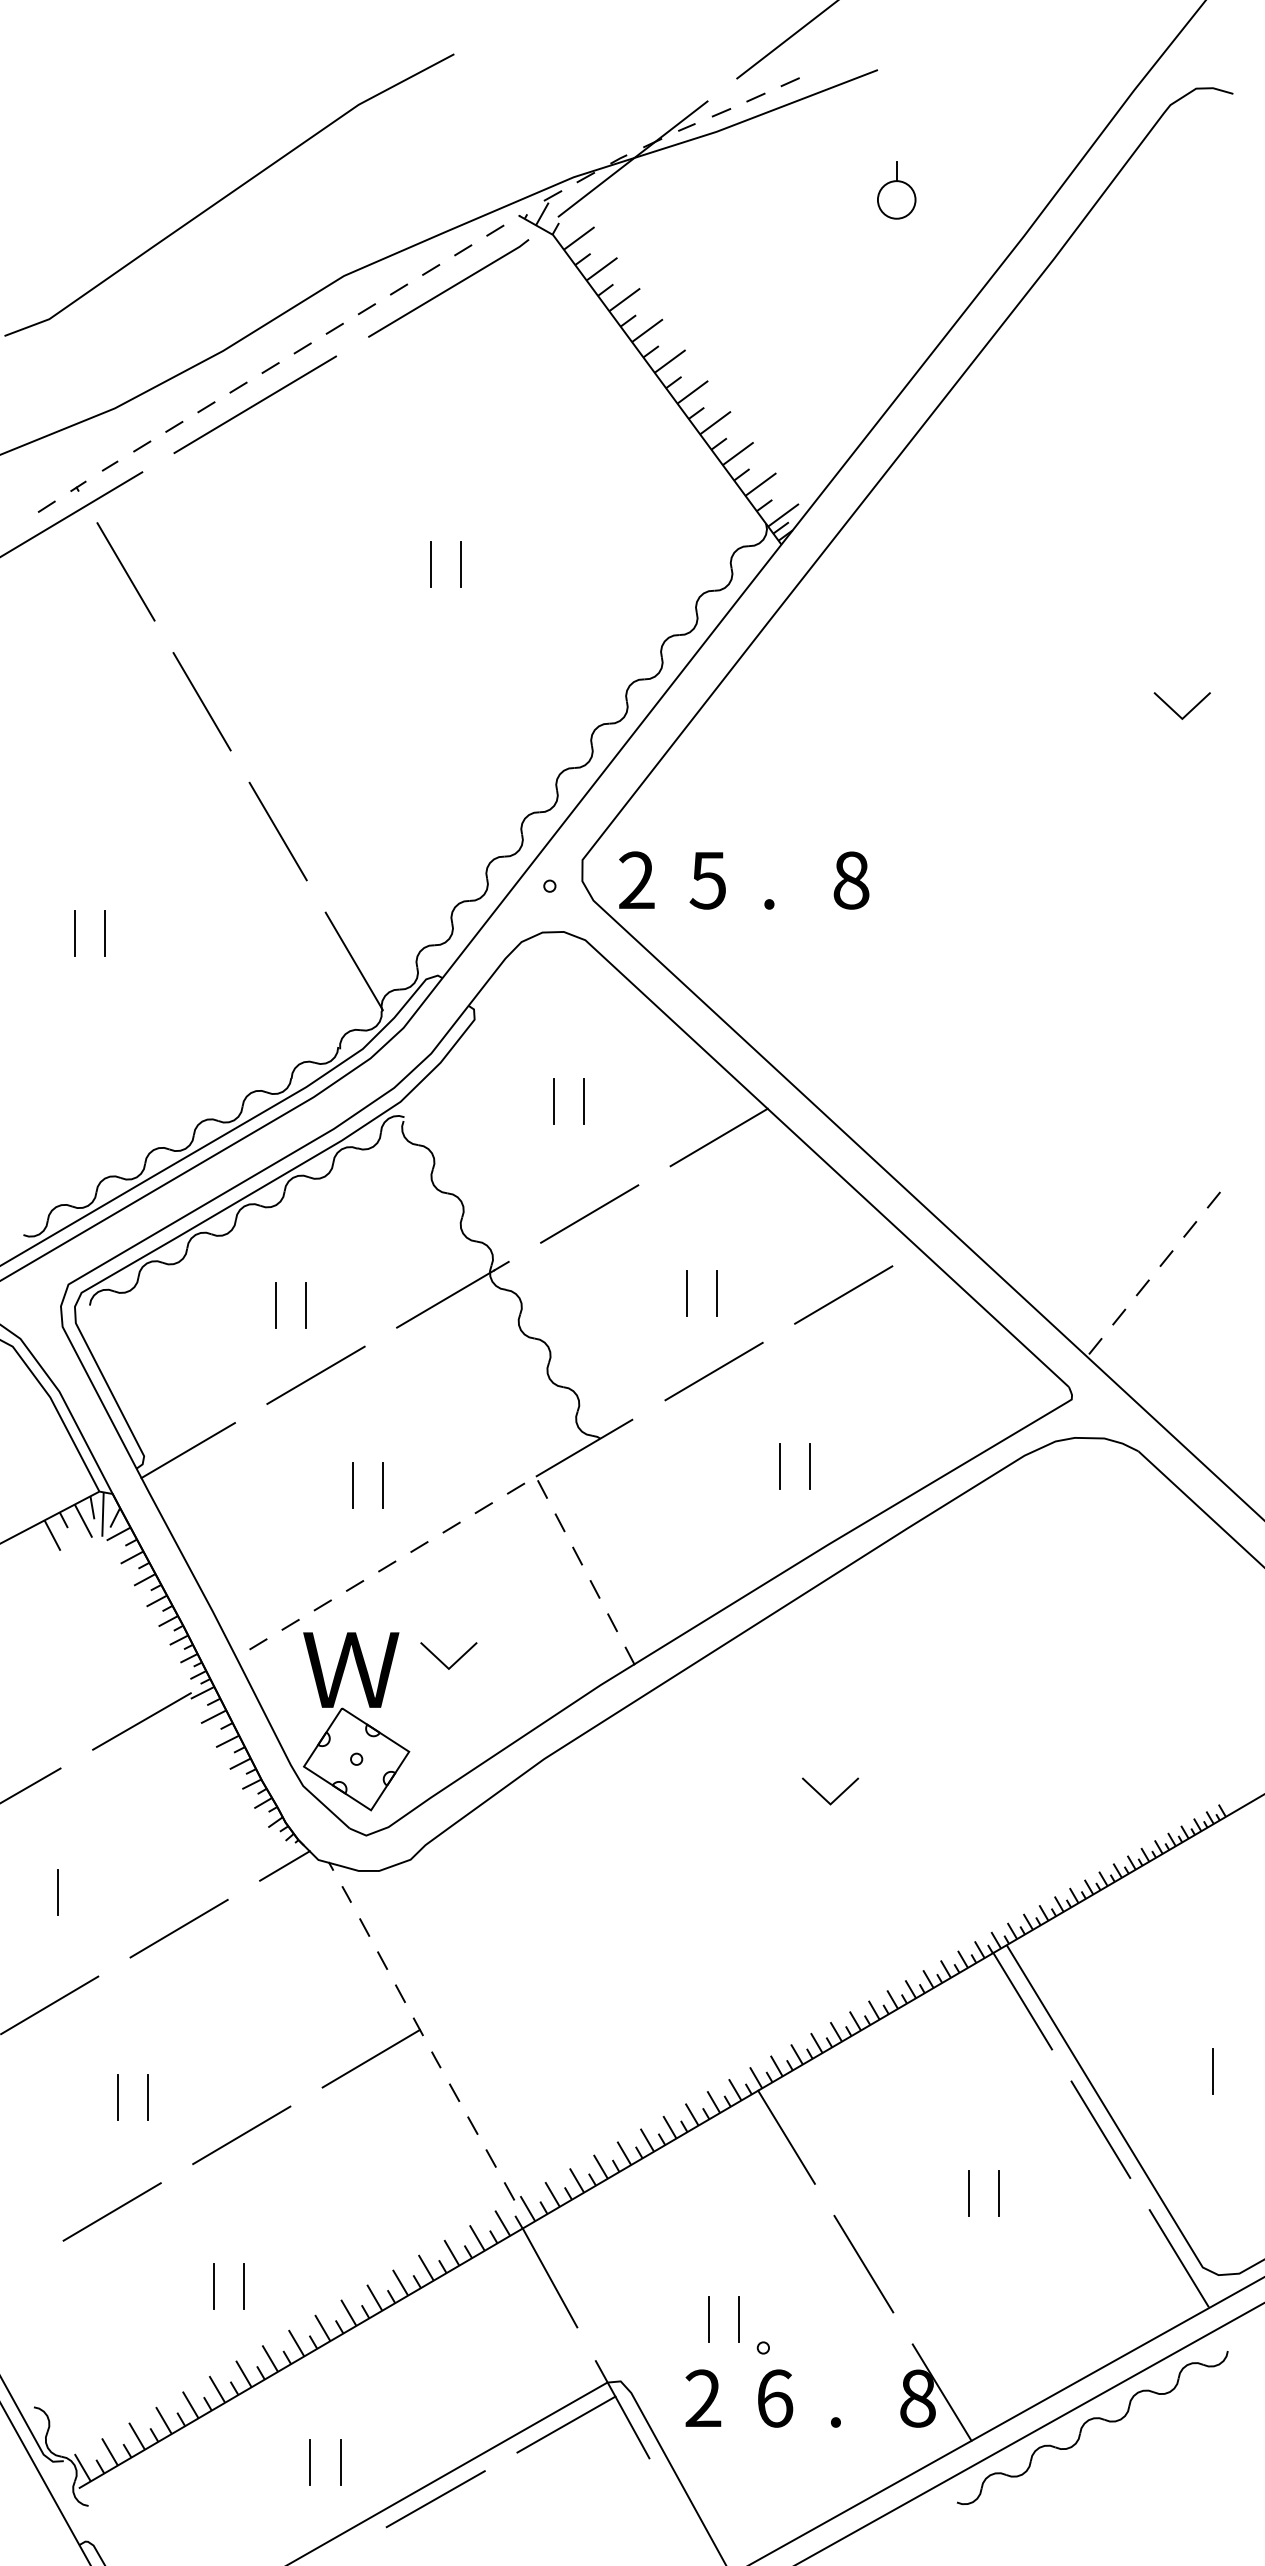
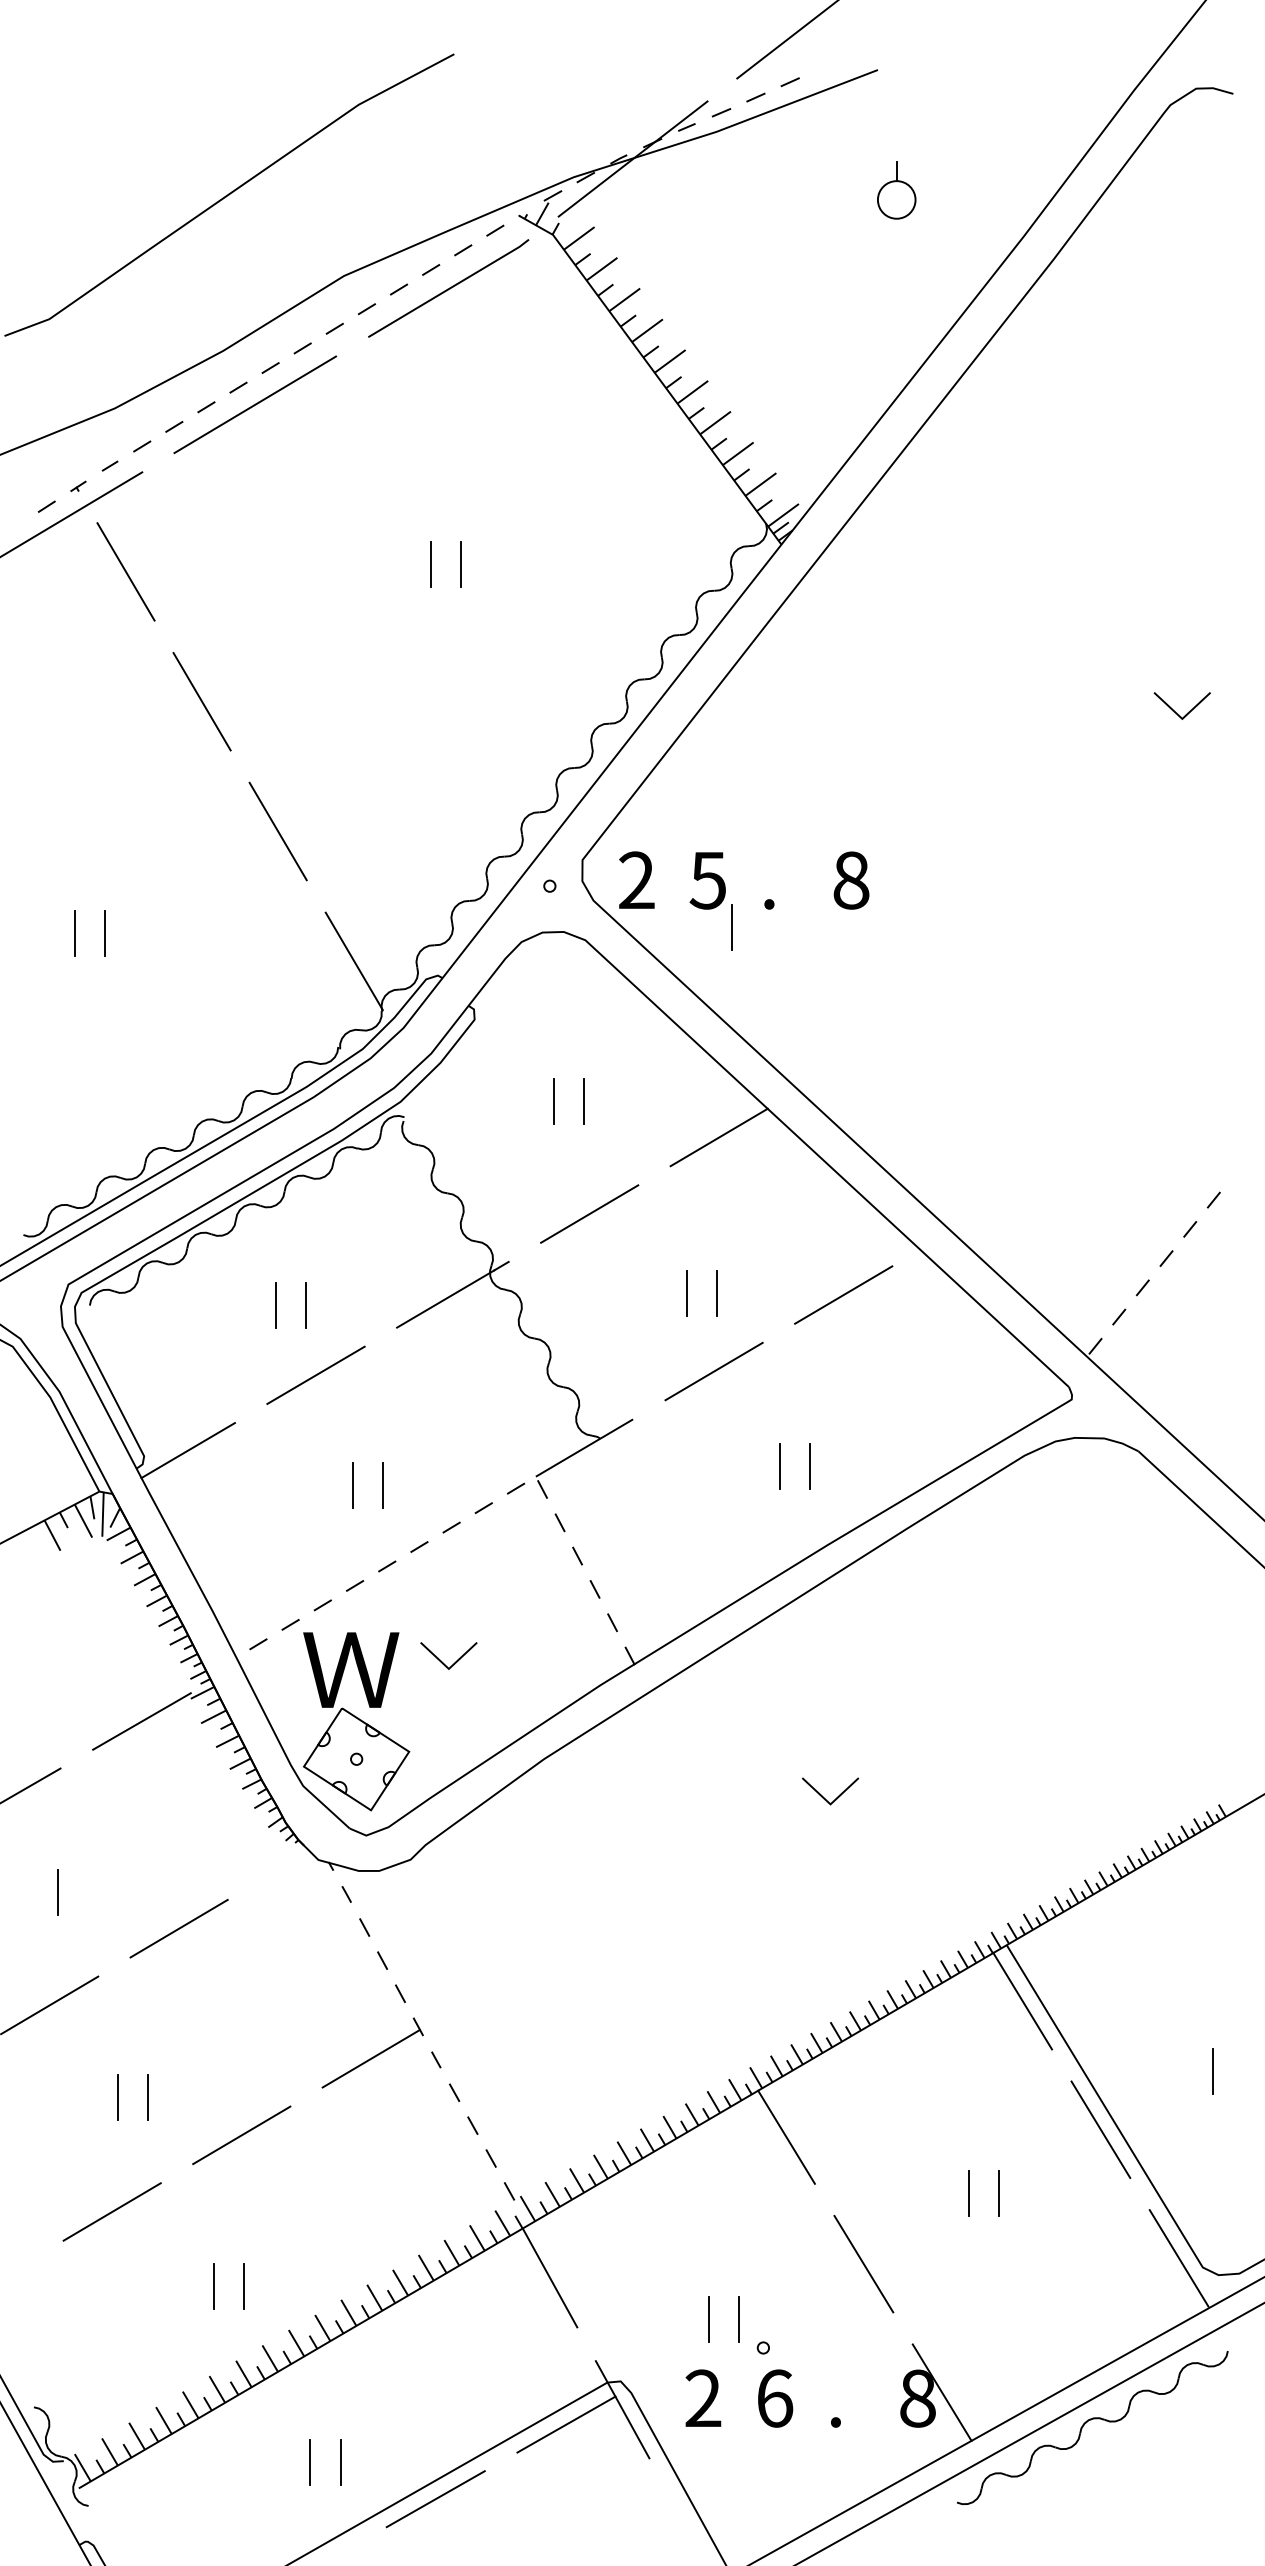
line at (731, 927): none -> present
line at (284, 1865): present -> none
